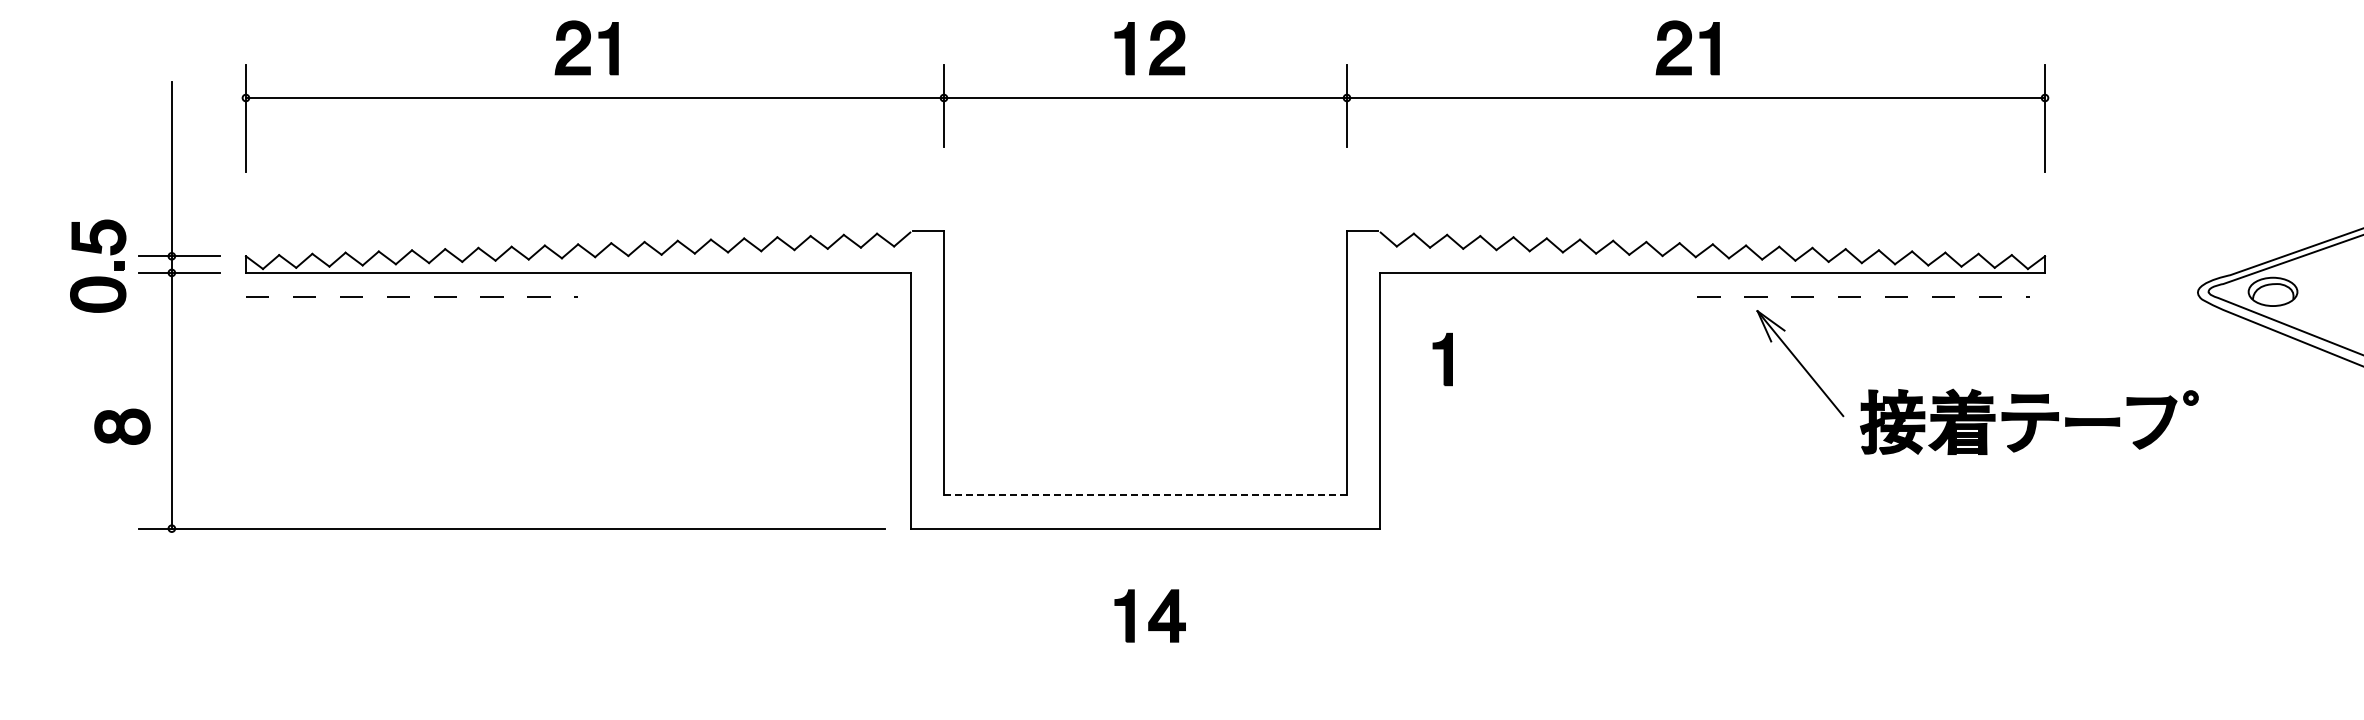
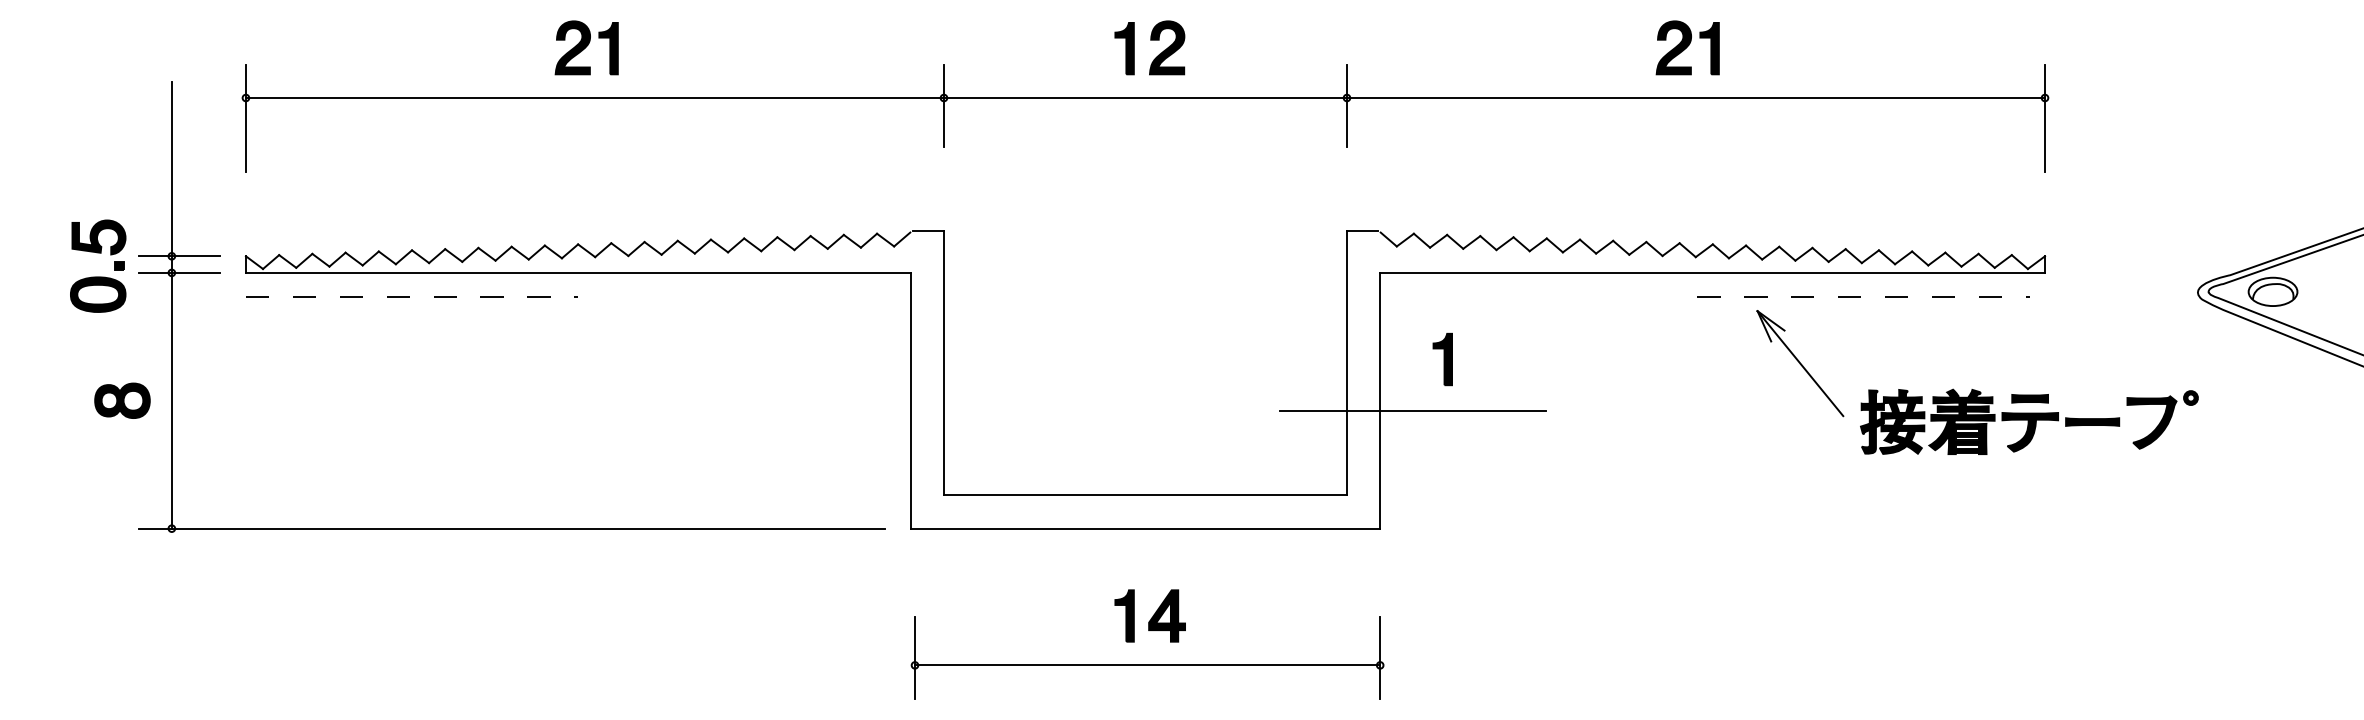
line at (1412, 410): none -> present
part at (122, 426) position: (122, 426) -> (122, 400)
line at (1145, 495): dashed -> solid
part at (1147, 664): none -> present
